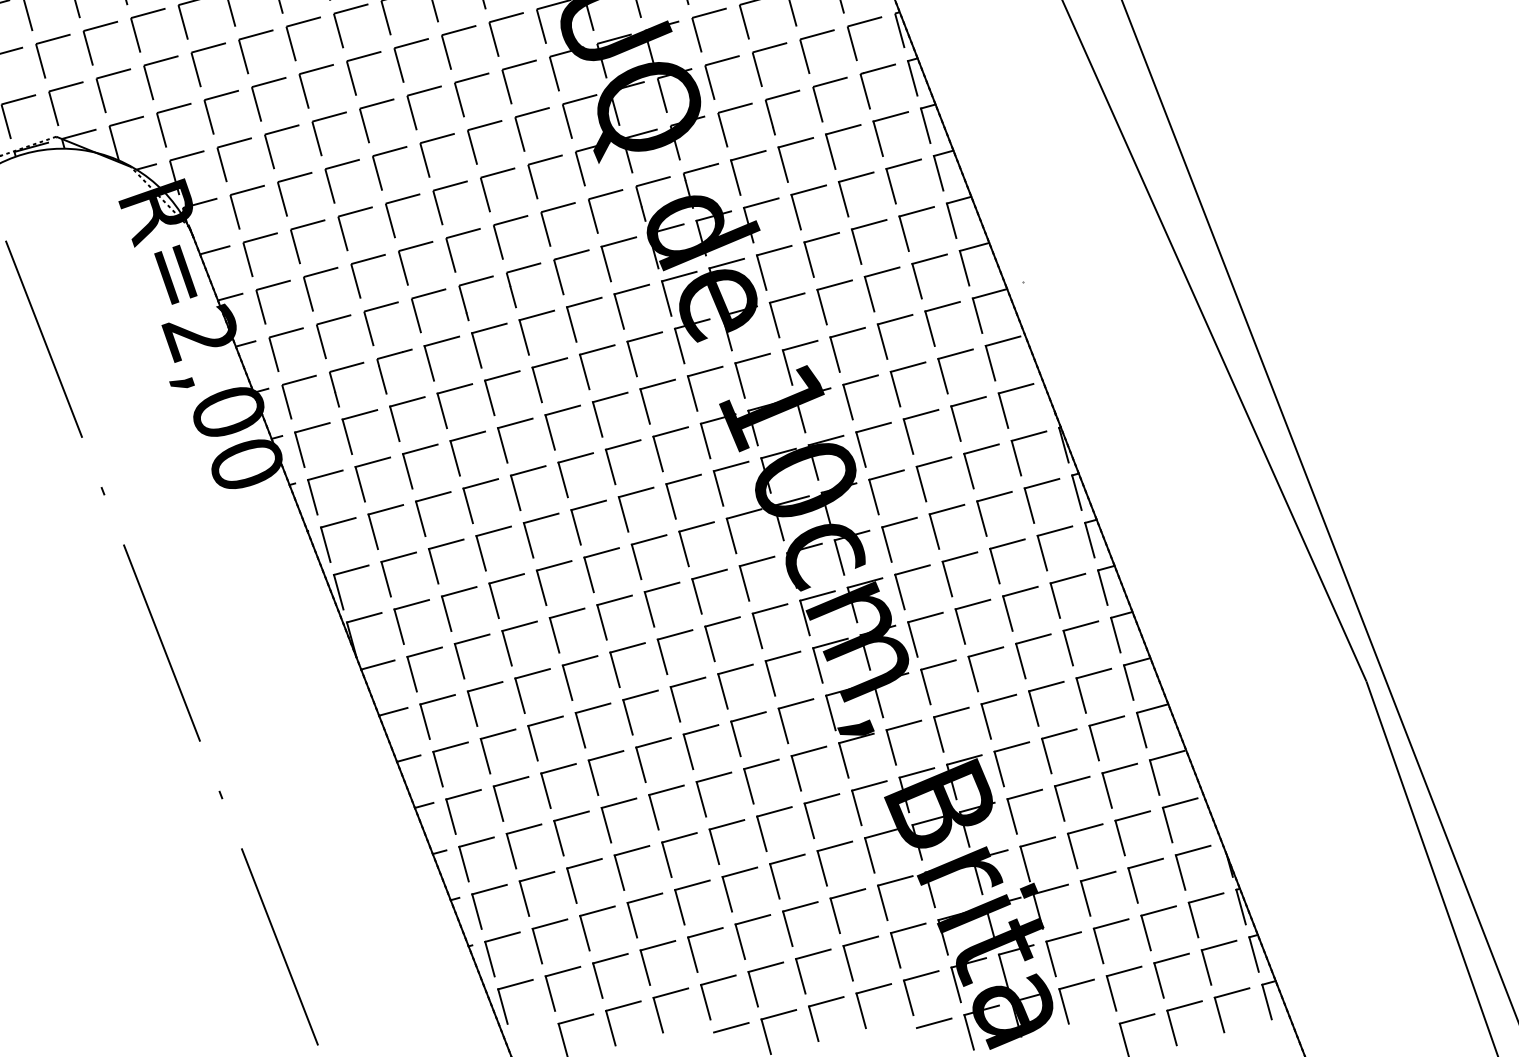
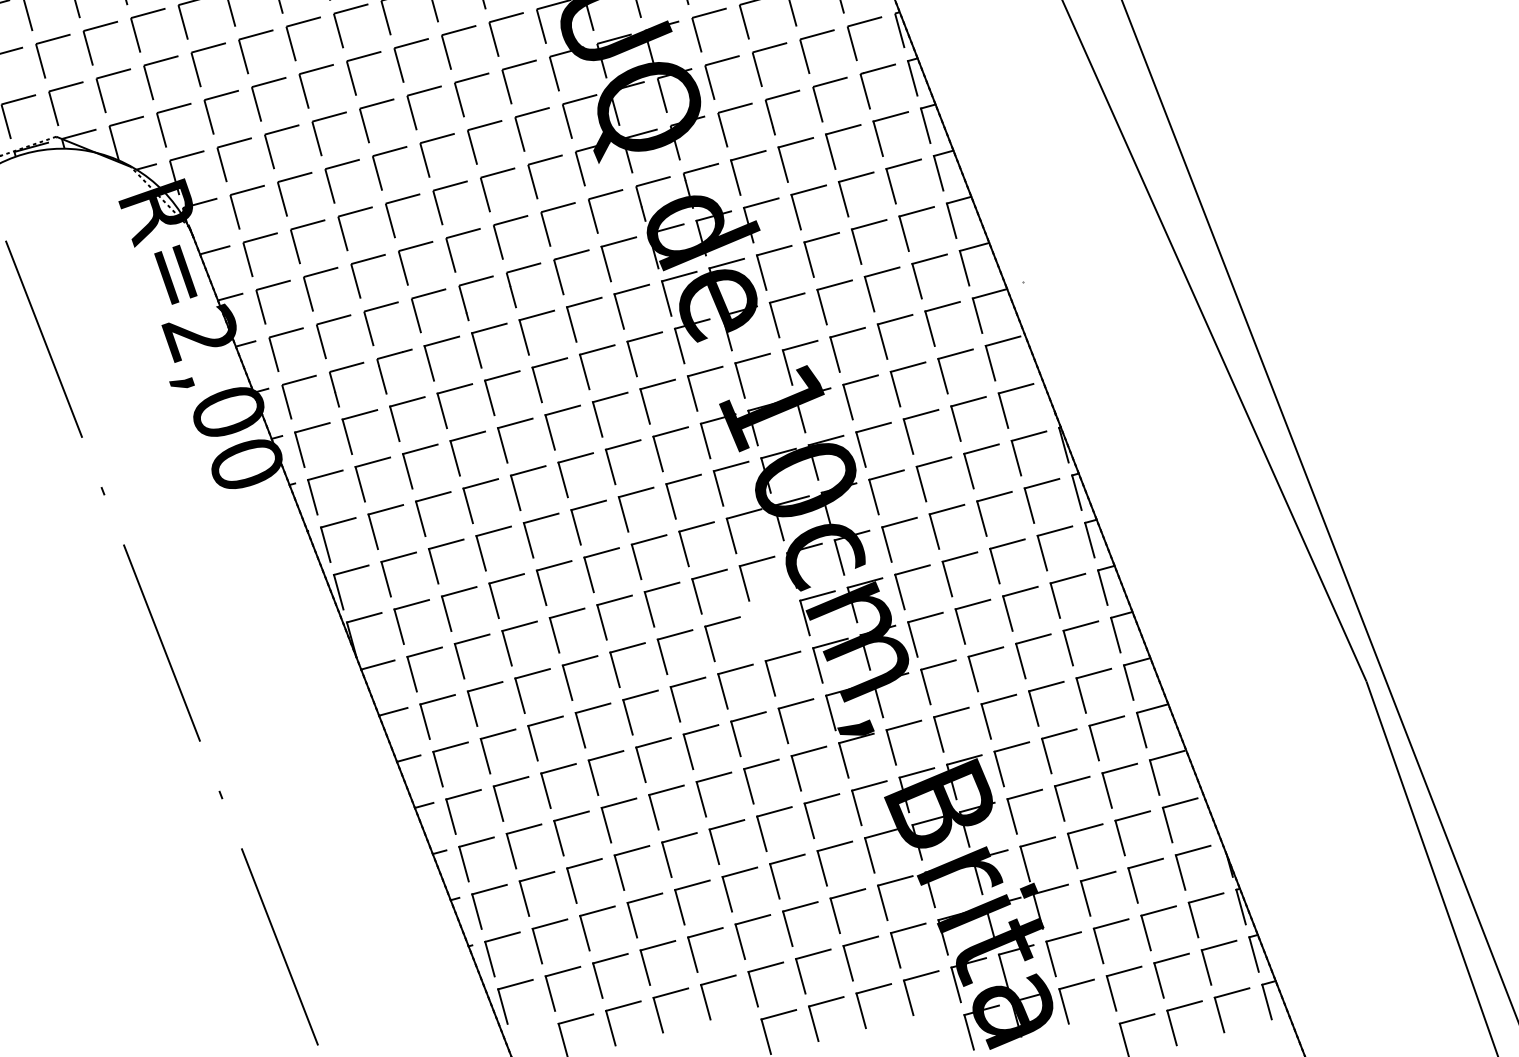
part at (758, 630): present -> none
line at (933, 1023): present -> none
line at (731, 1027): present -> none
